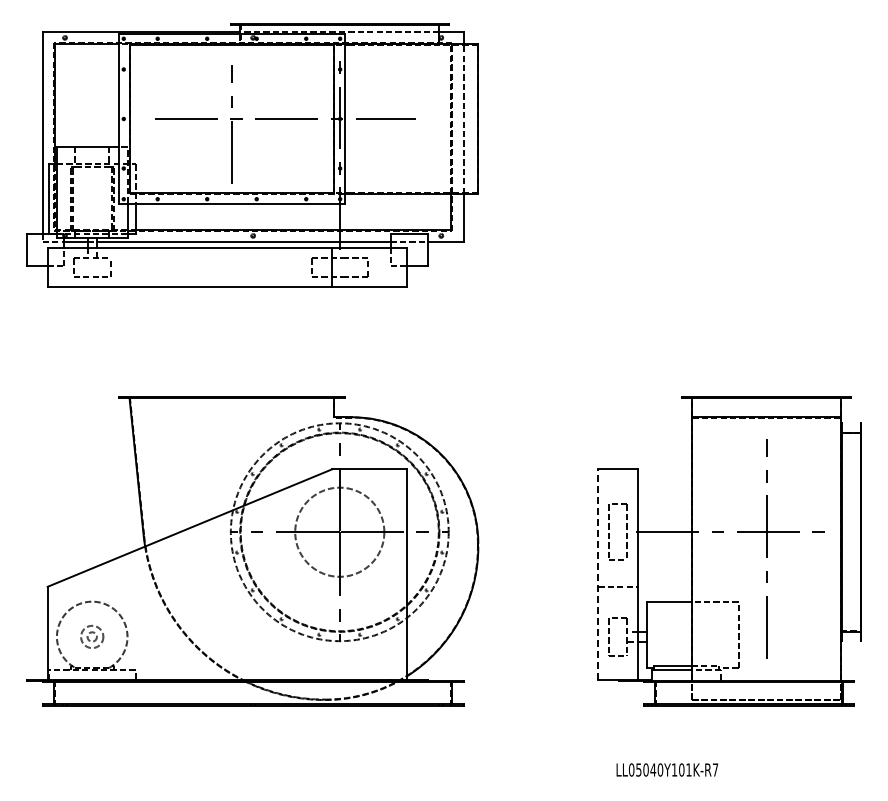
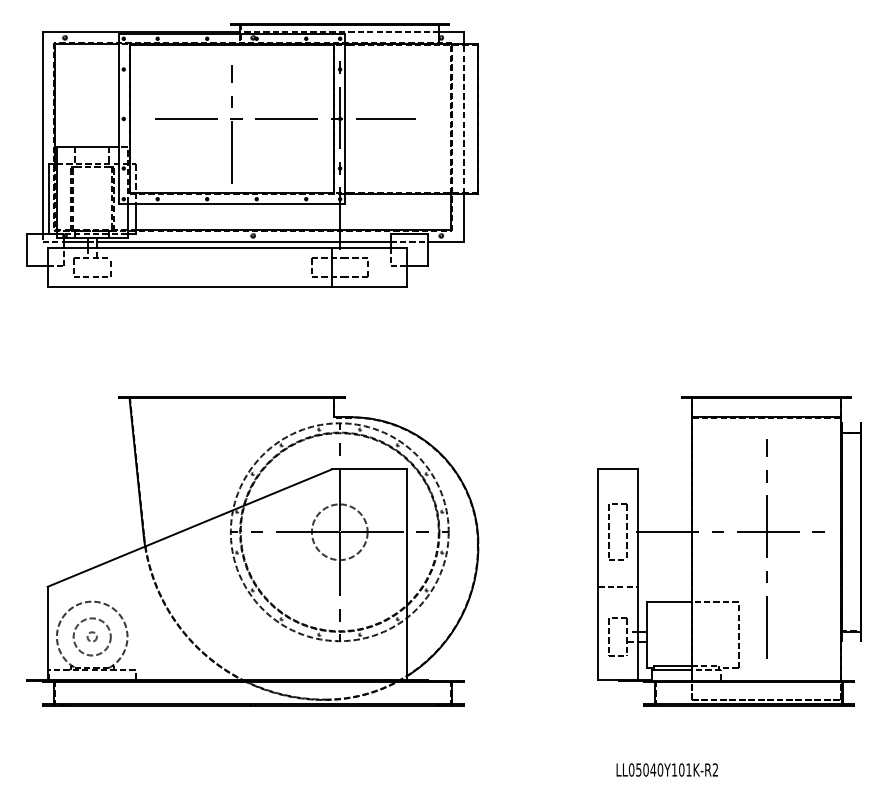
circle at (339, 531) diameter: 89 px -> 56 px
line at (598, 573): dashed -> solid
circle at (92, 636) diameter: 22 px -> 37 px
text at (715, 769): LL05040Y101K-R7 -> LL05040Y101K-R2
